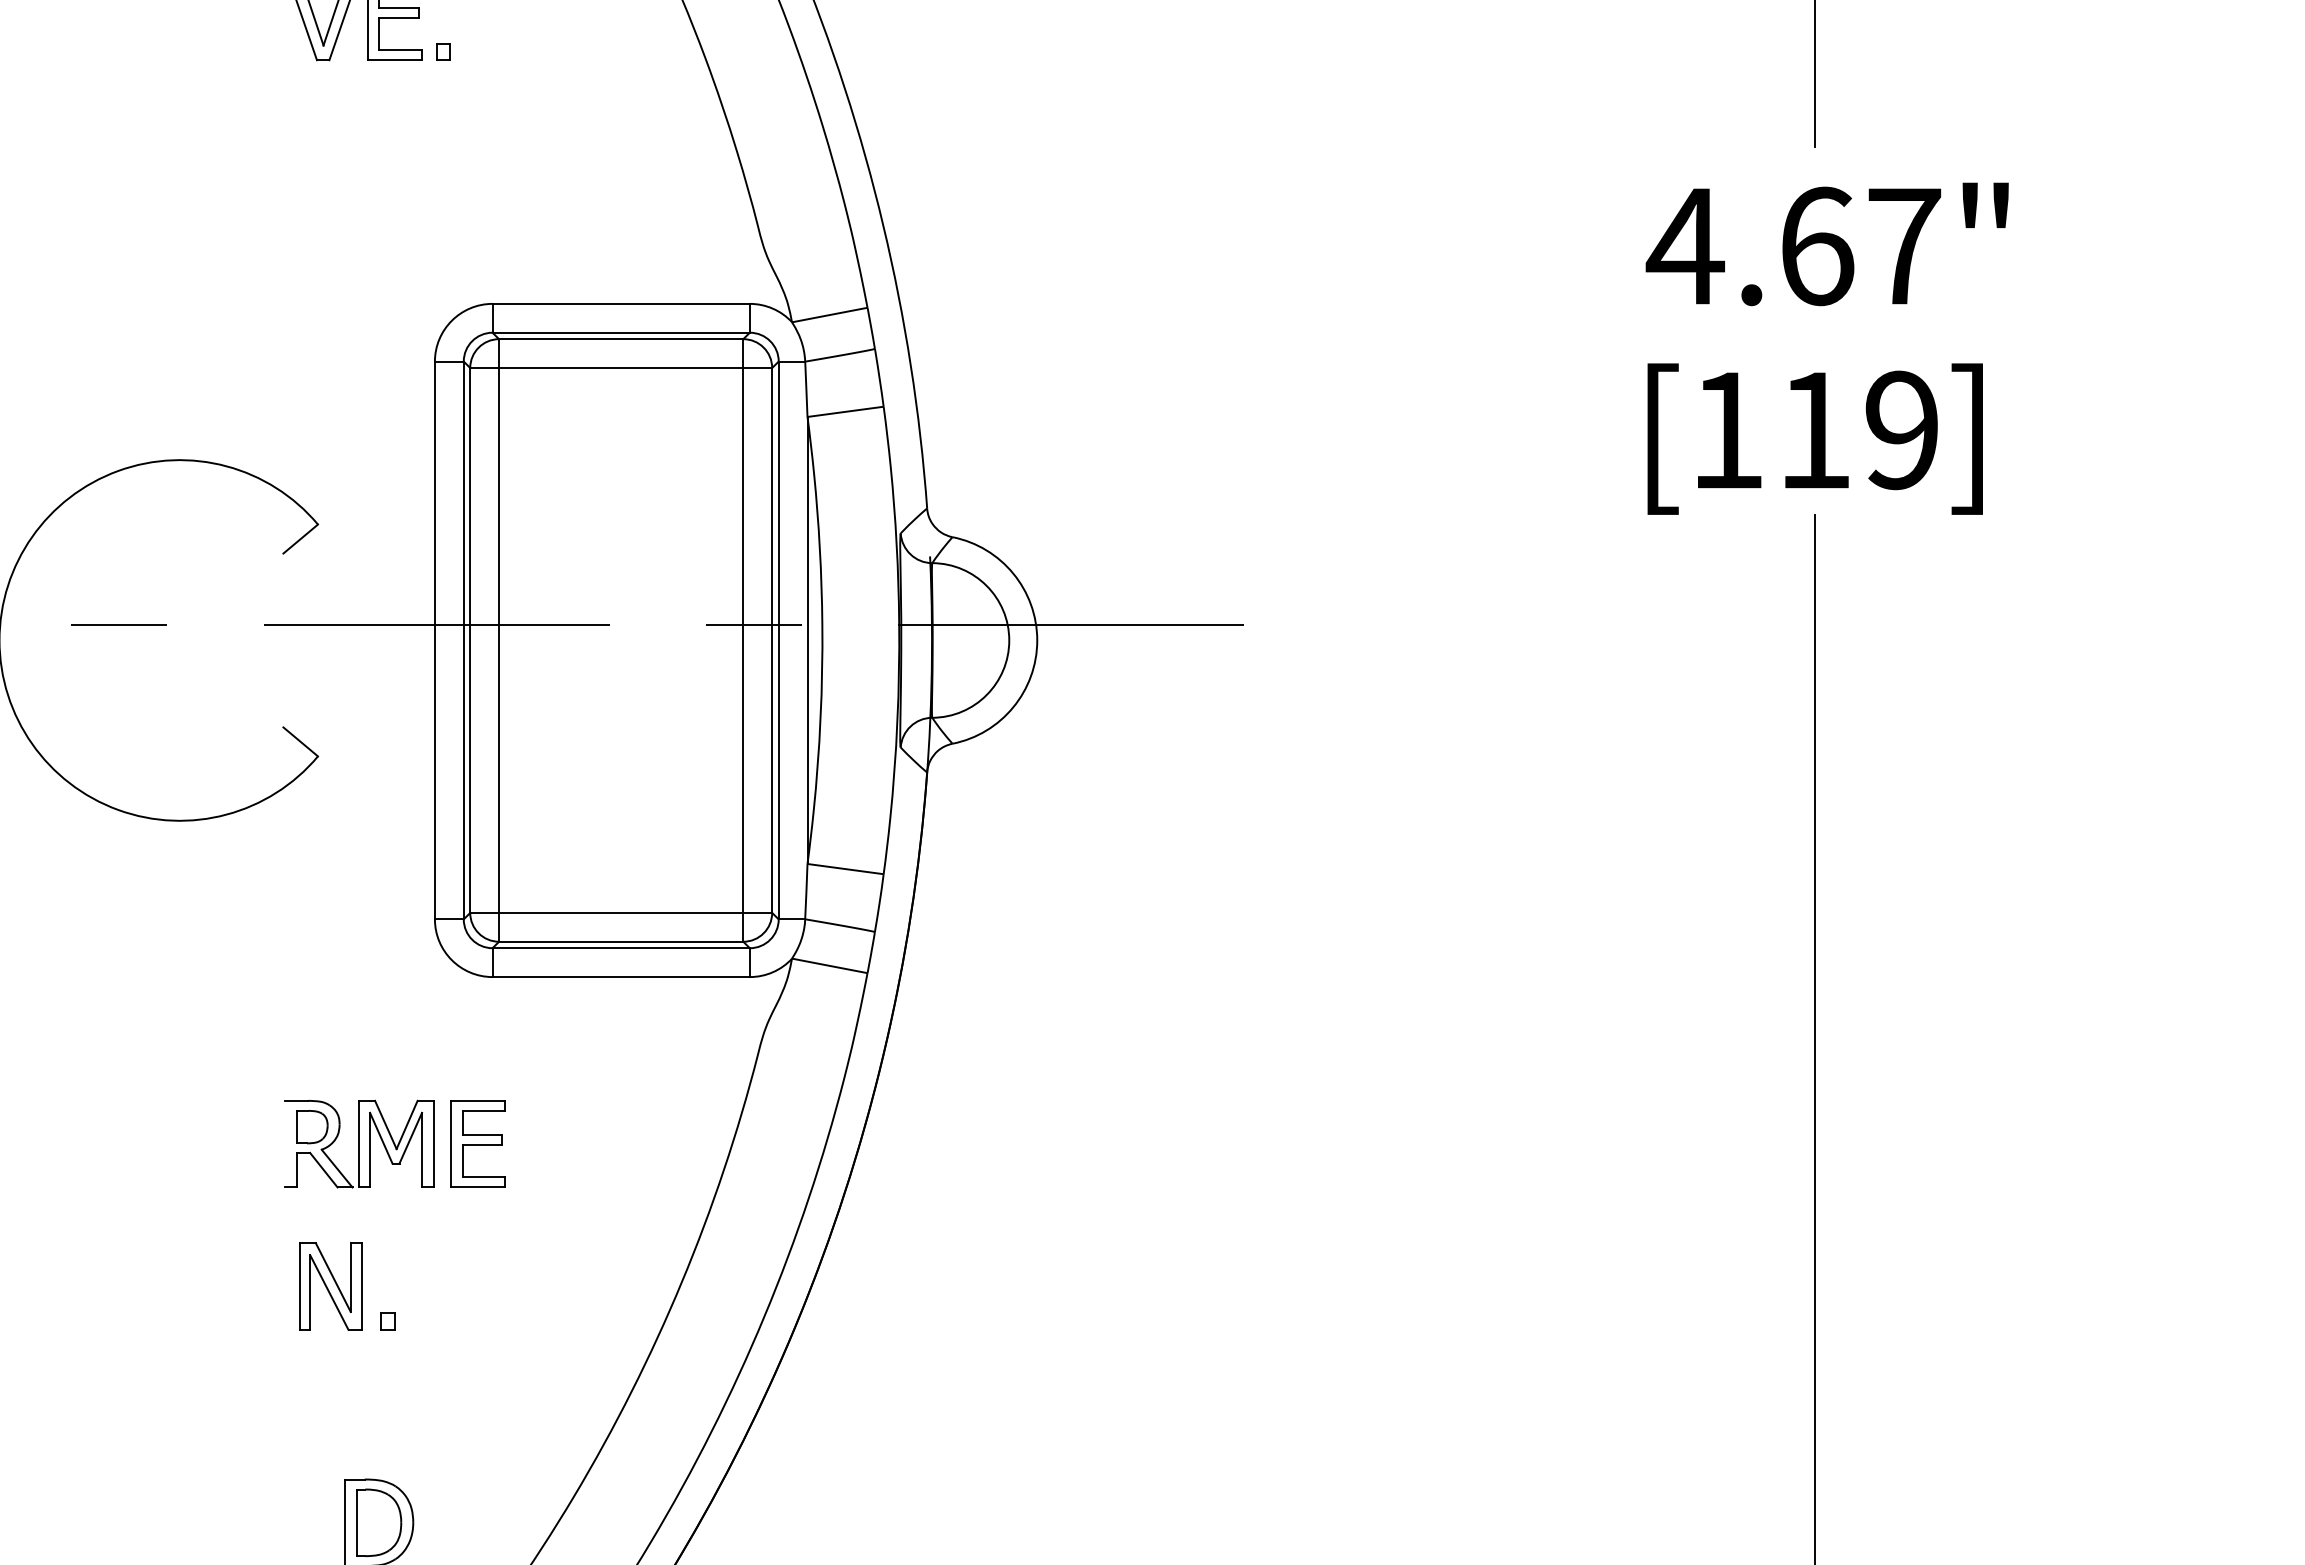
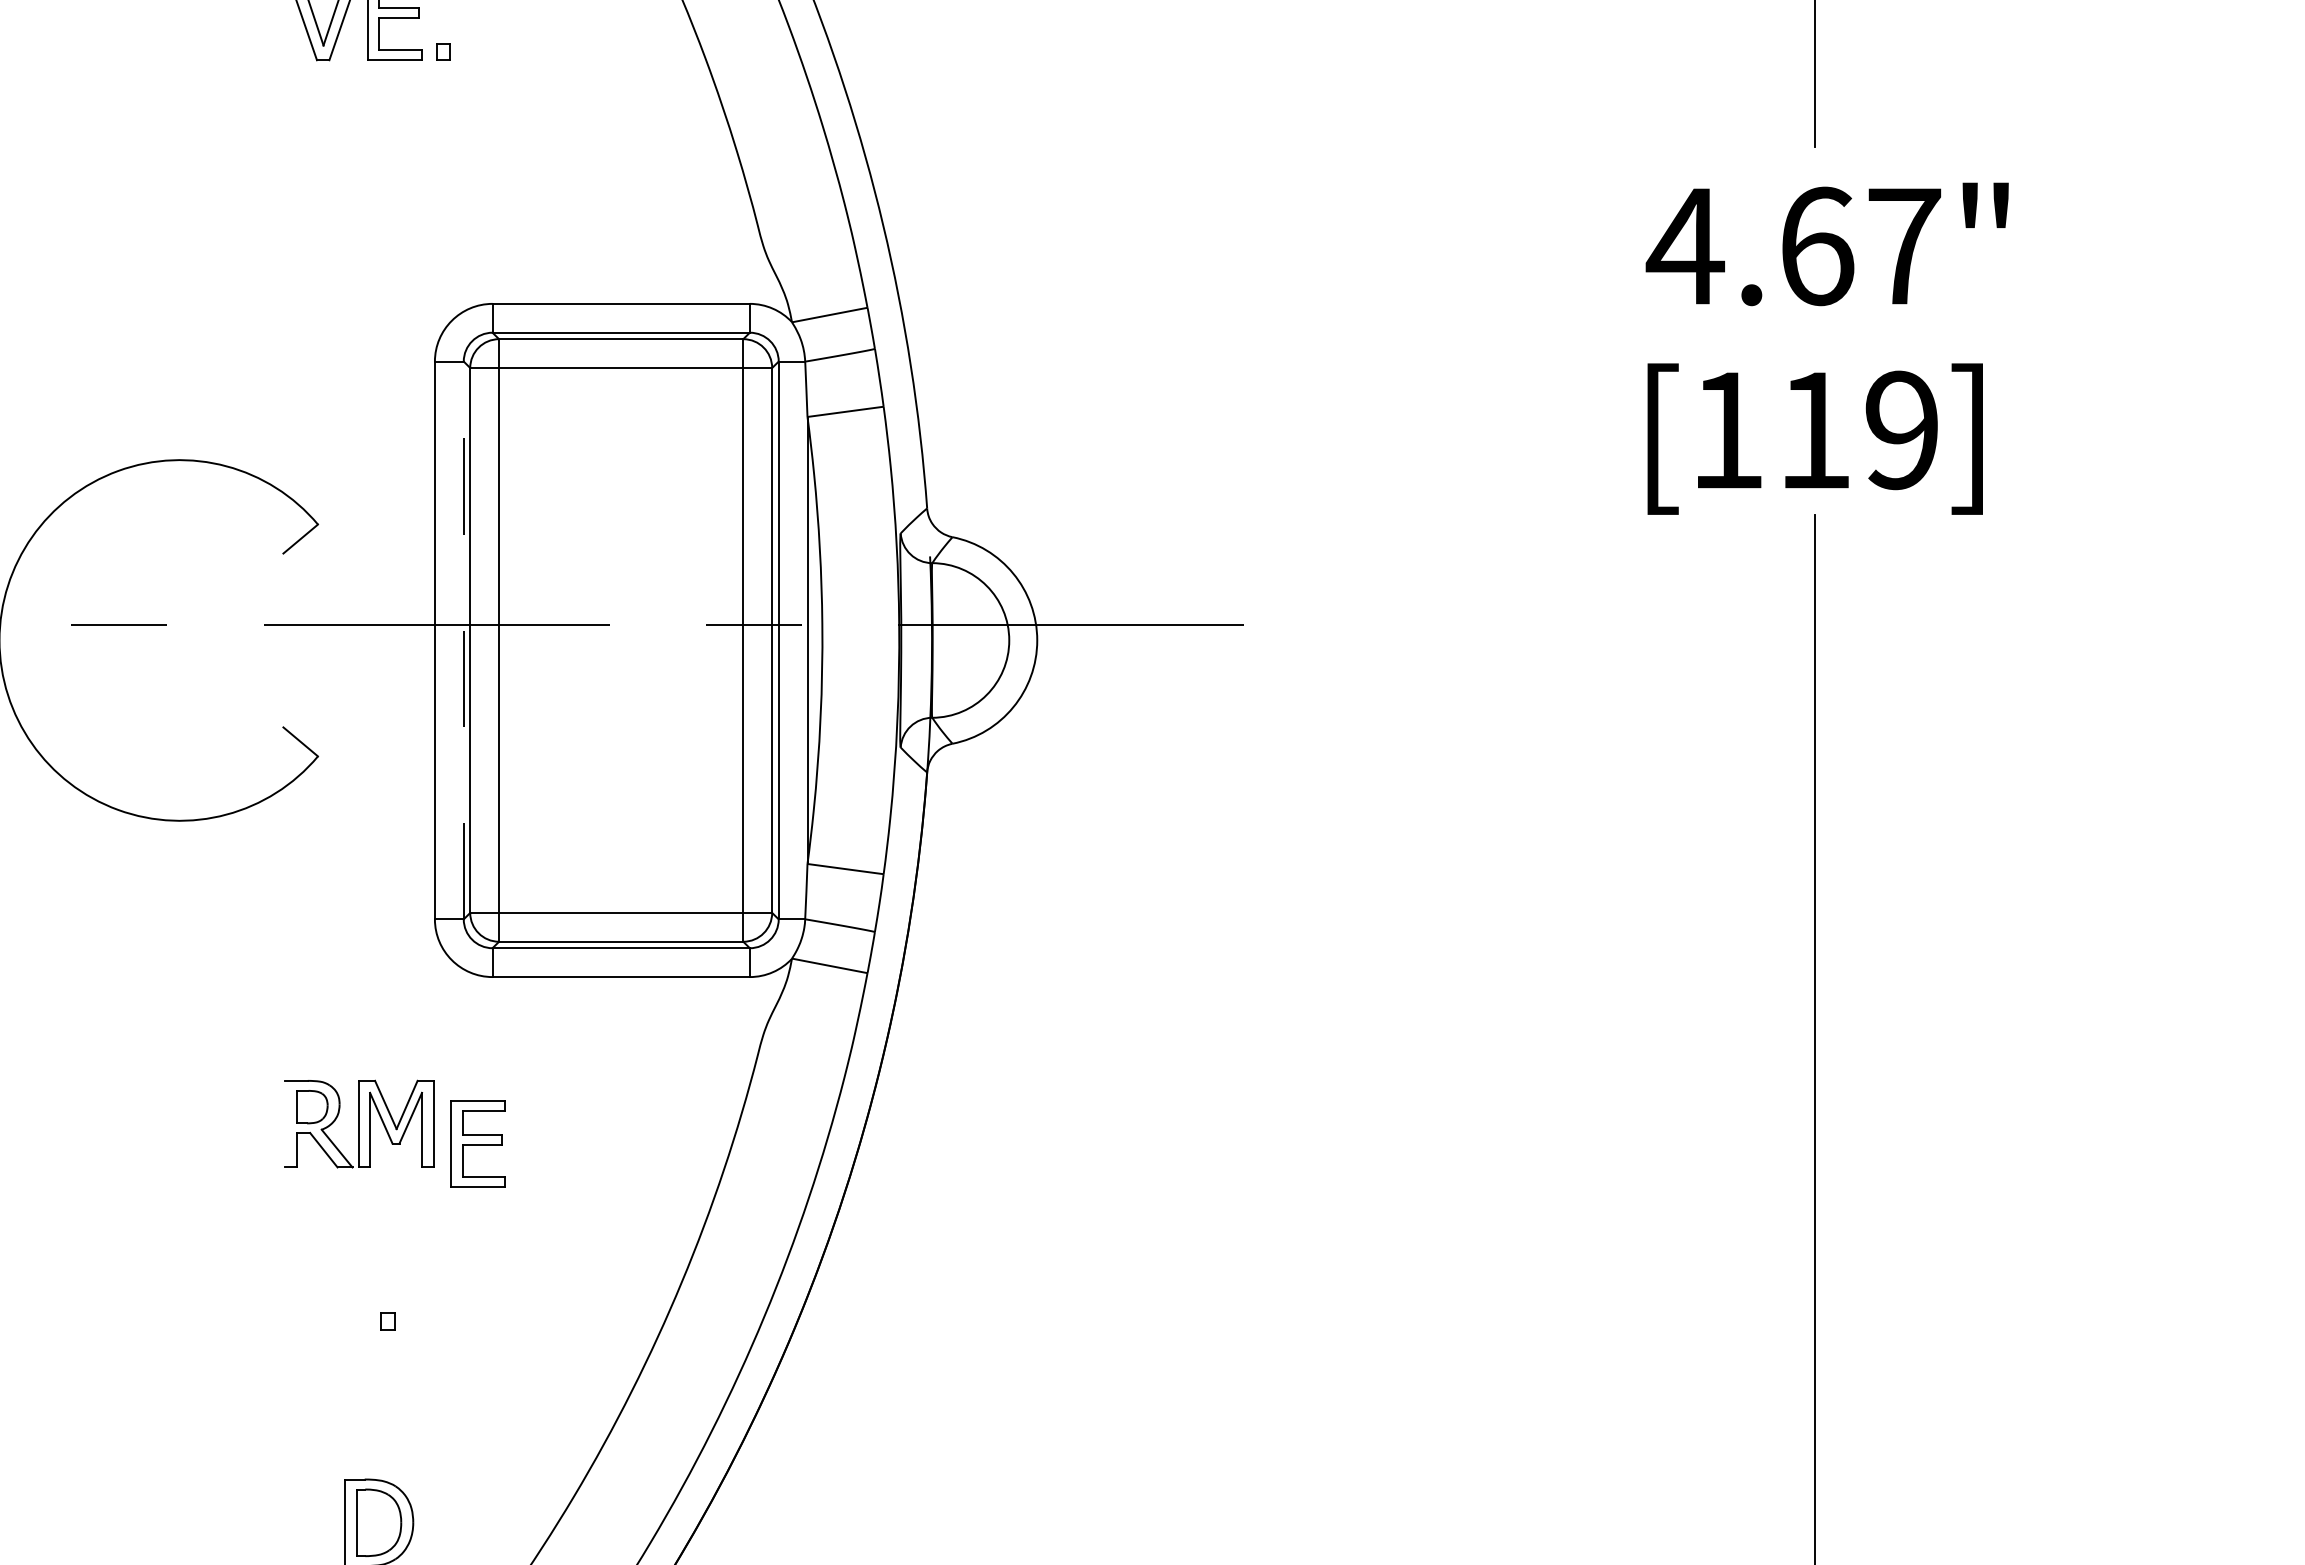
line at (463, 640): solid -> dashed
part at (359, 1143) position: (359, 1143) -> (359, 1123)
part at (330, 1286): present -> none
